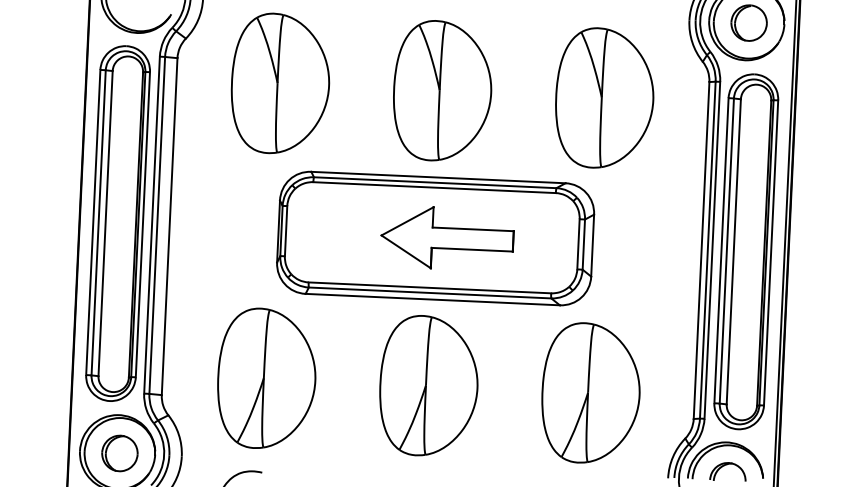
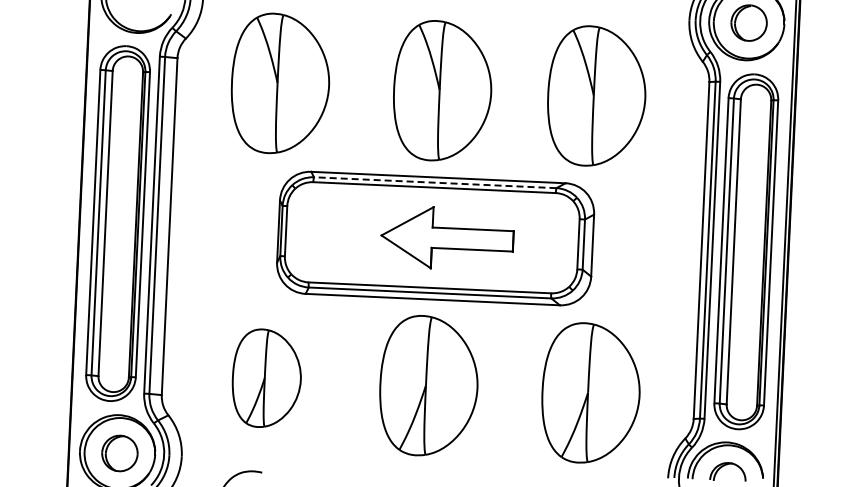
part at (604, 97) position: (604, 97) -> (596, 95)
line at (434, 182): solid -> dashed
part at (266, 377) size: 100x142 px -> 71x100 px
